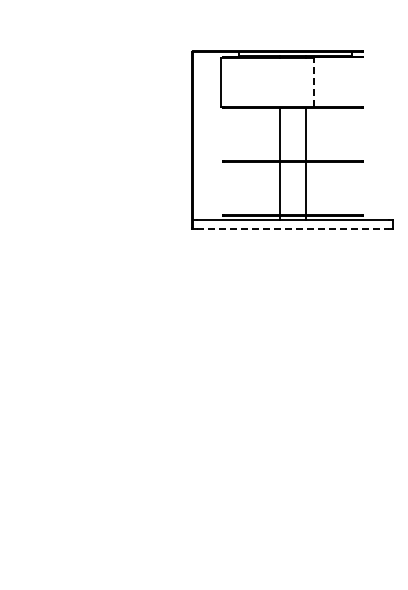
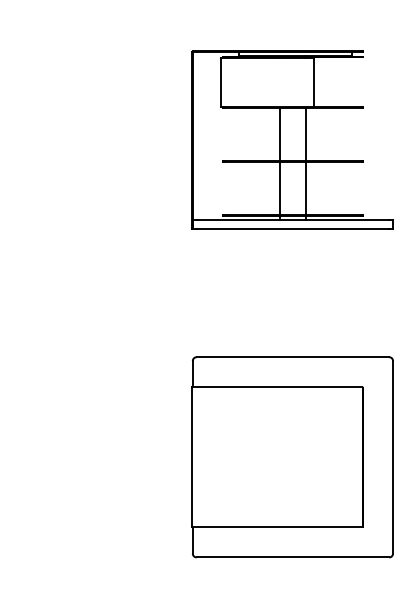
line at (313, 82): dashed -> solid
line at (293, 229): dashed -> solid
part at (292, 457): none -> present
